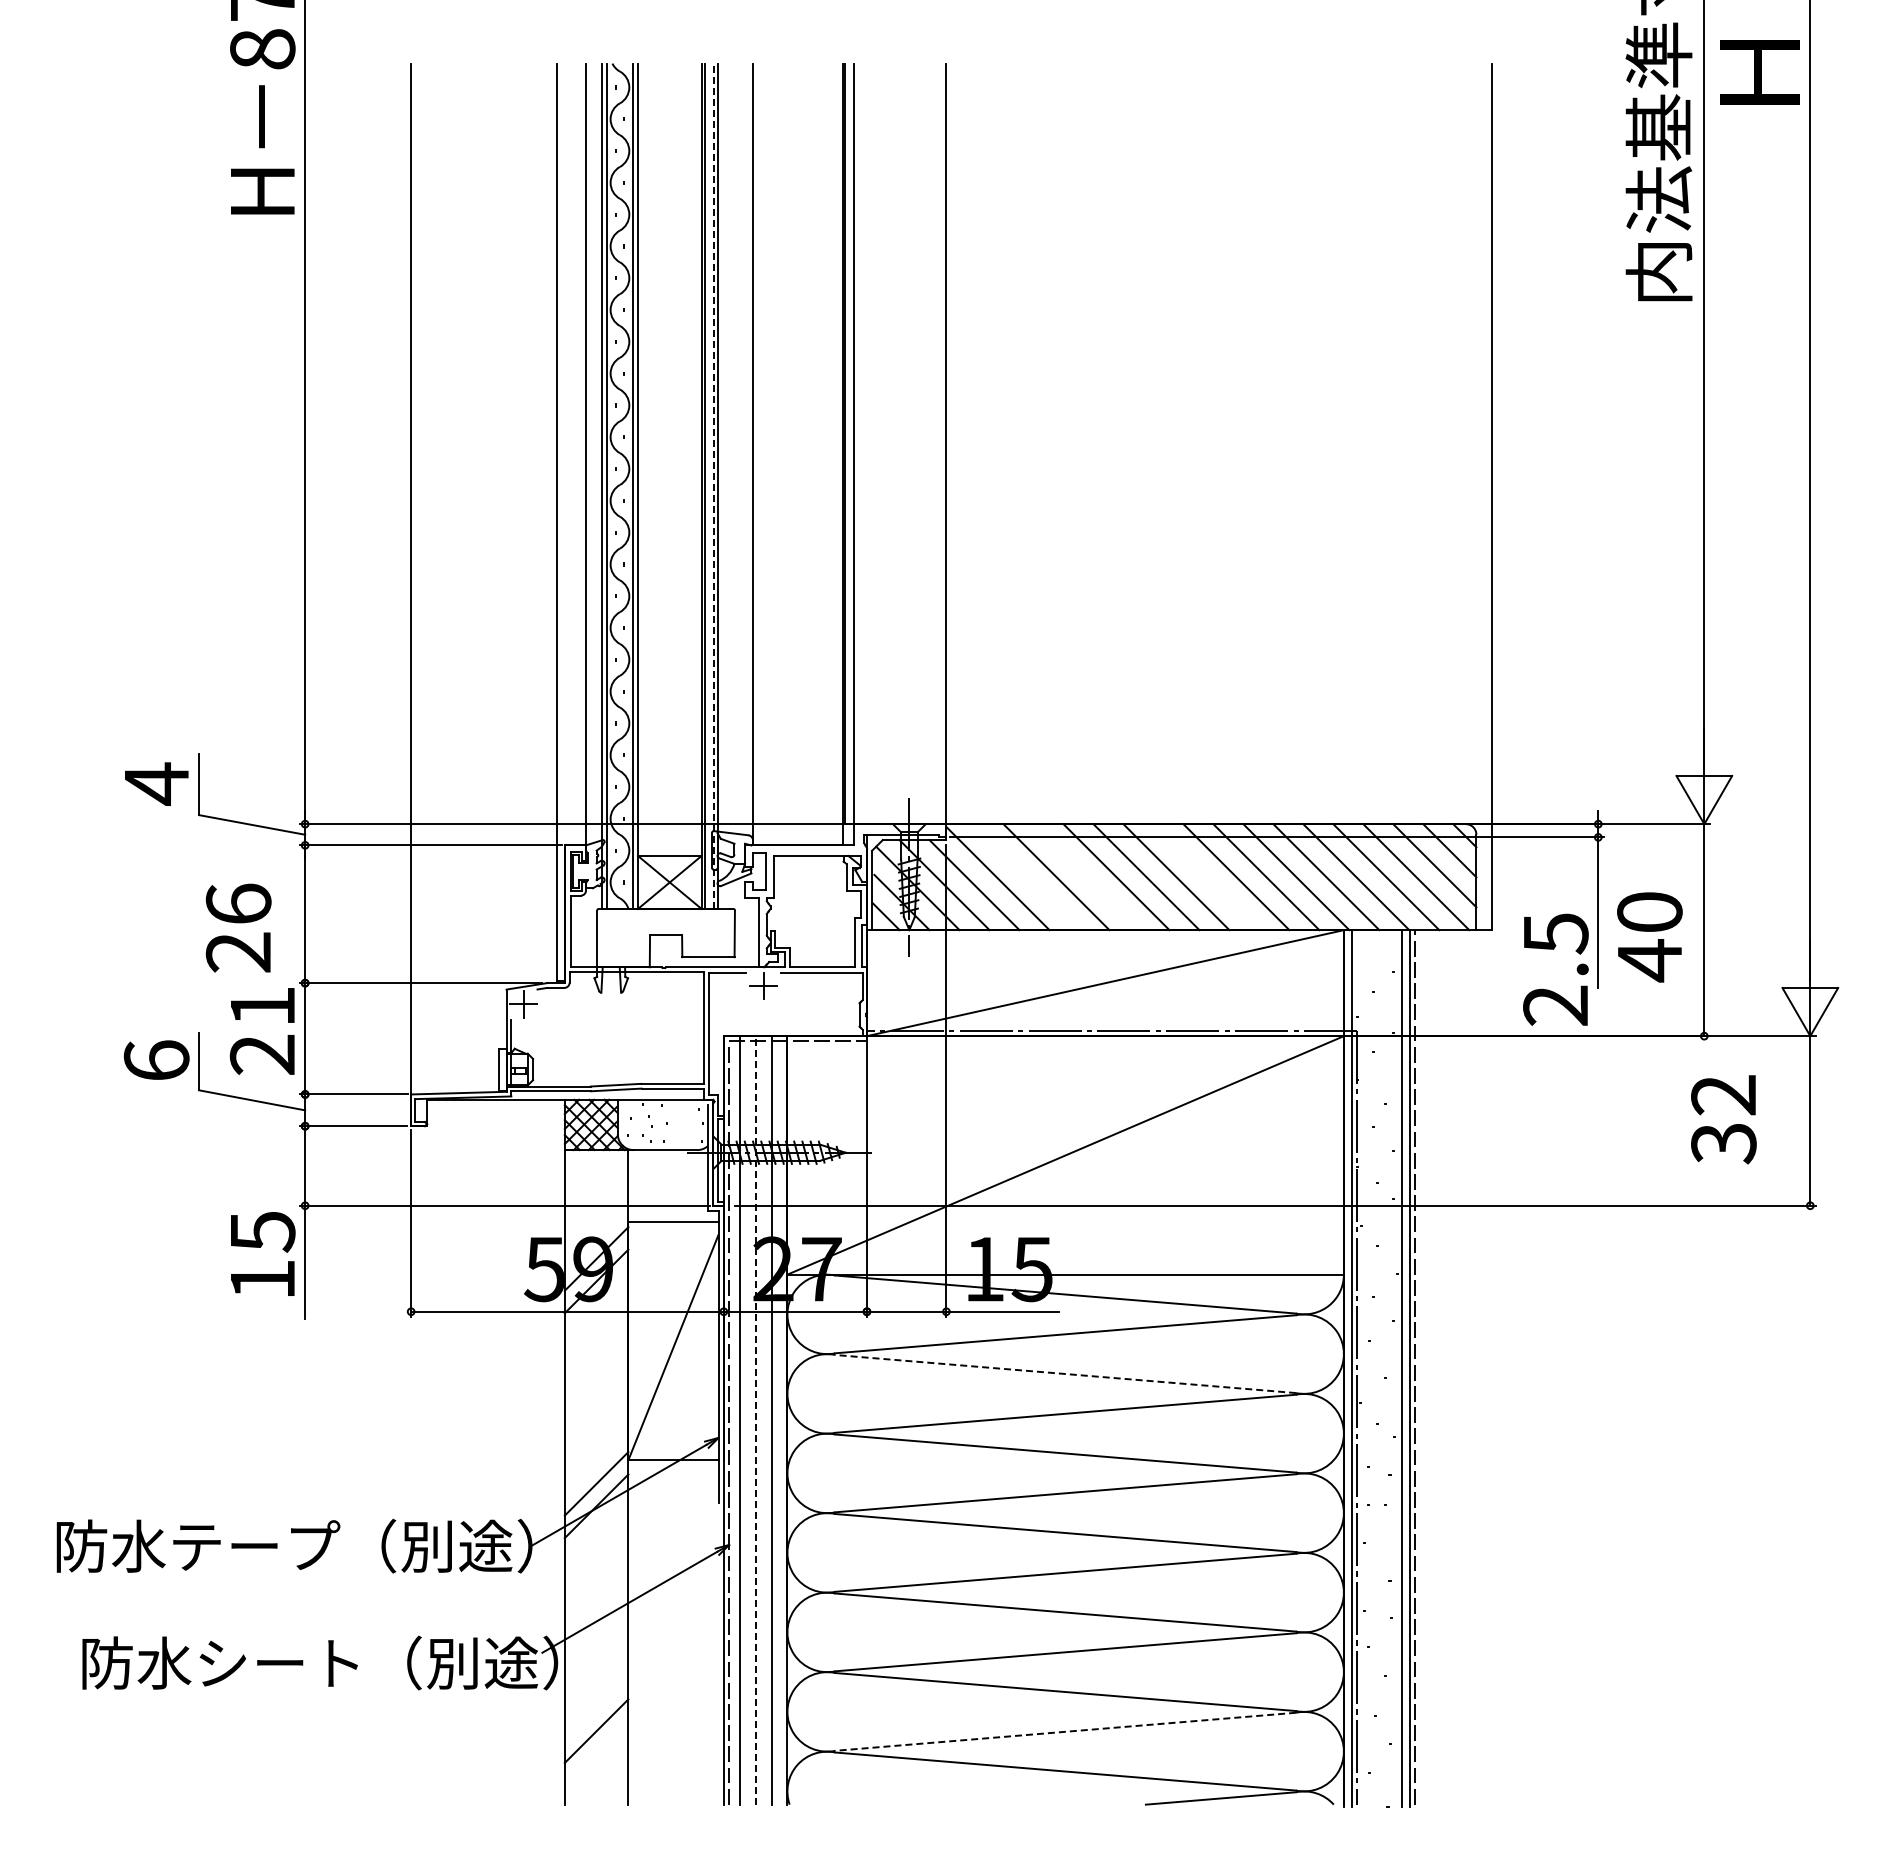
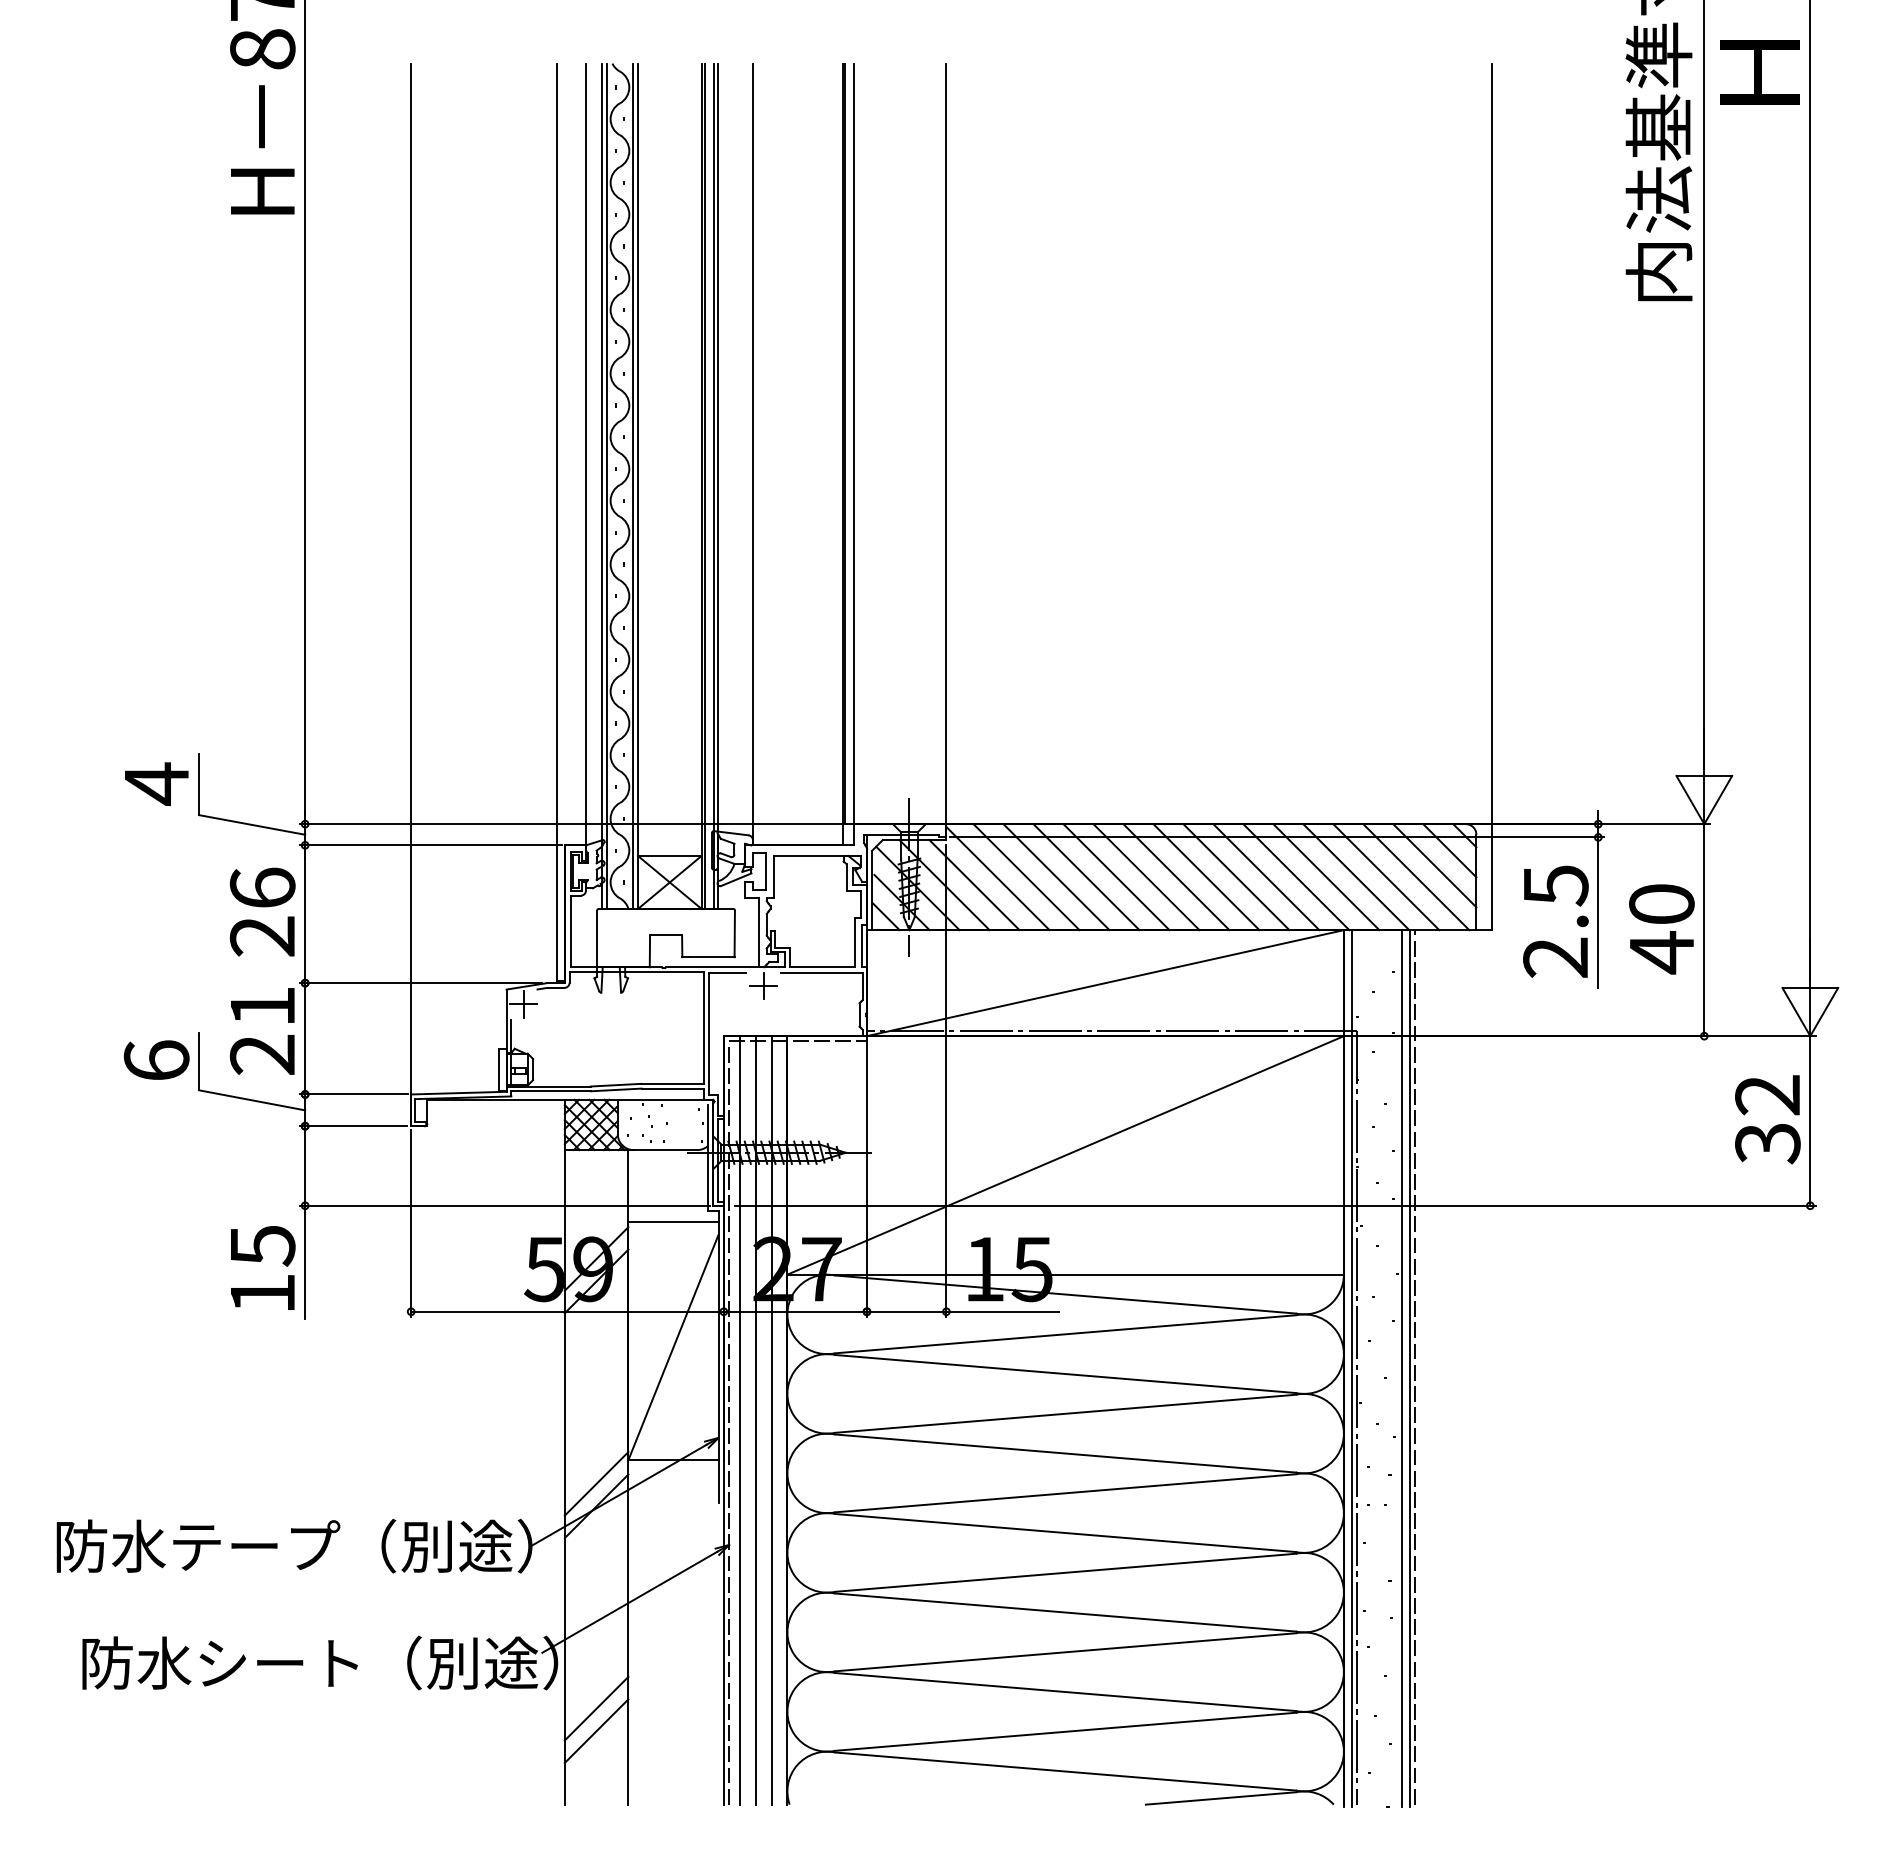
line at (713, 486): dashed -> solid
line at (1026, 877): none -> present
line at (1086, 877): none -> present
line at (1206, 877): none -> present
text at (238, 927) position: (238, 927) -> (262, 911)
text at (1649, 937) position: (1649, 937) -> (1661, 929)
text at (1555, 969) position: (1555, 969) -> (1555, 921)
text at (1723, 1119) position: (1723, 1119) -> (1767, 1119)
text at (263, 1253) position: (263, 1253) -> (263, 1267)
line at (1065, 1373): dashed -> solid
line at (755, 1419): dashed -> solid
line at (596, 1708): none -> present
line at (1065, 1731): dashed -> solid
